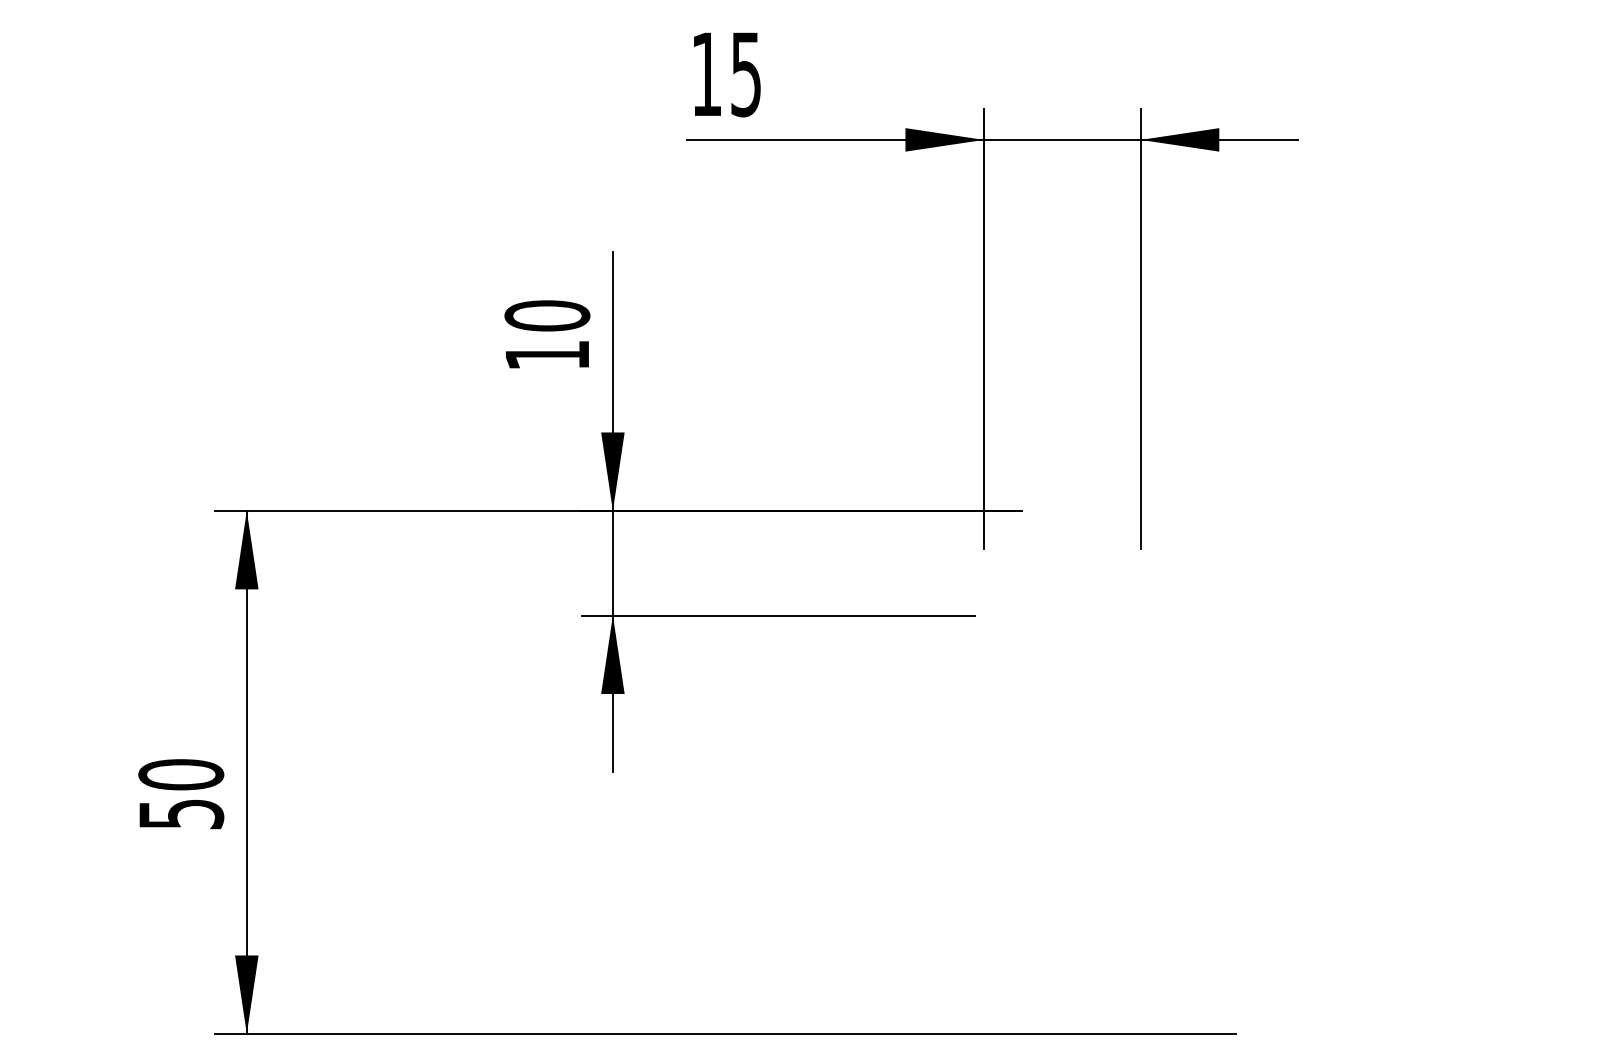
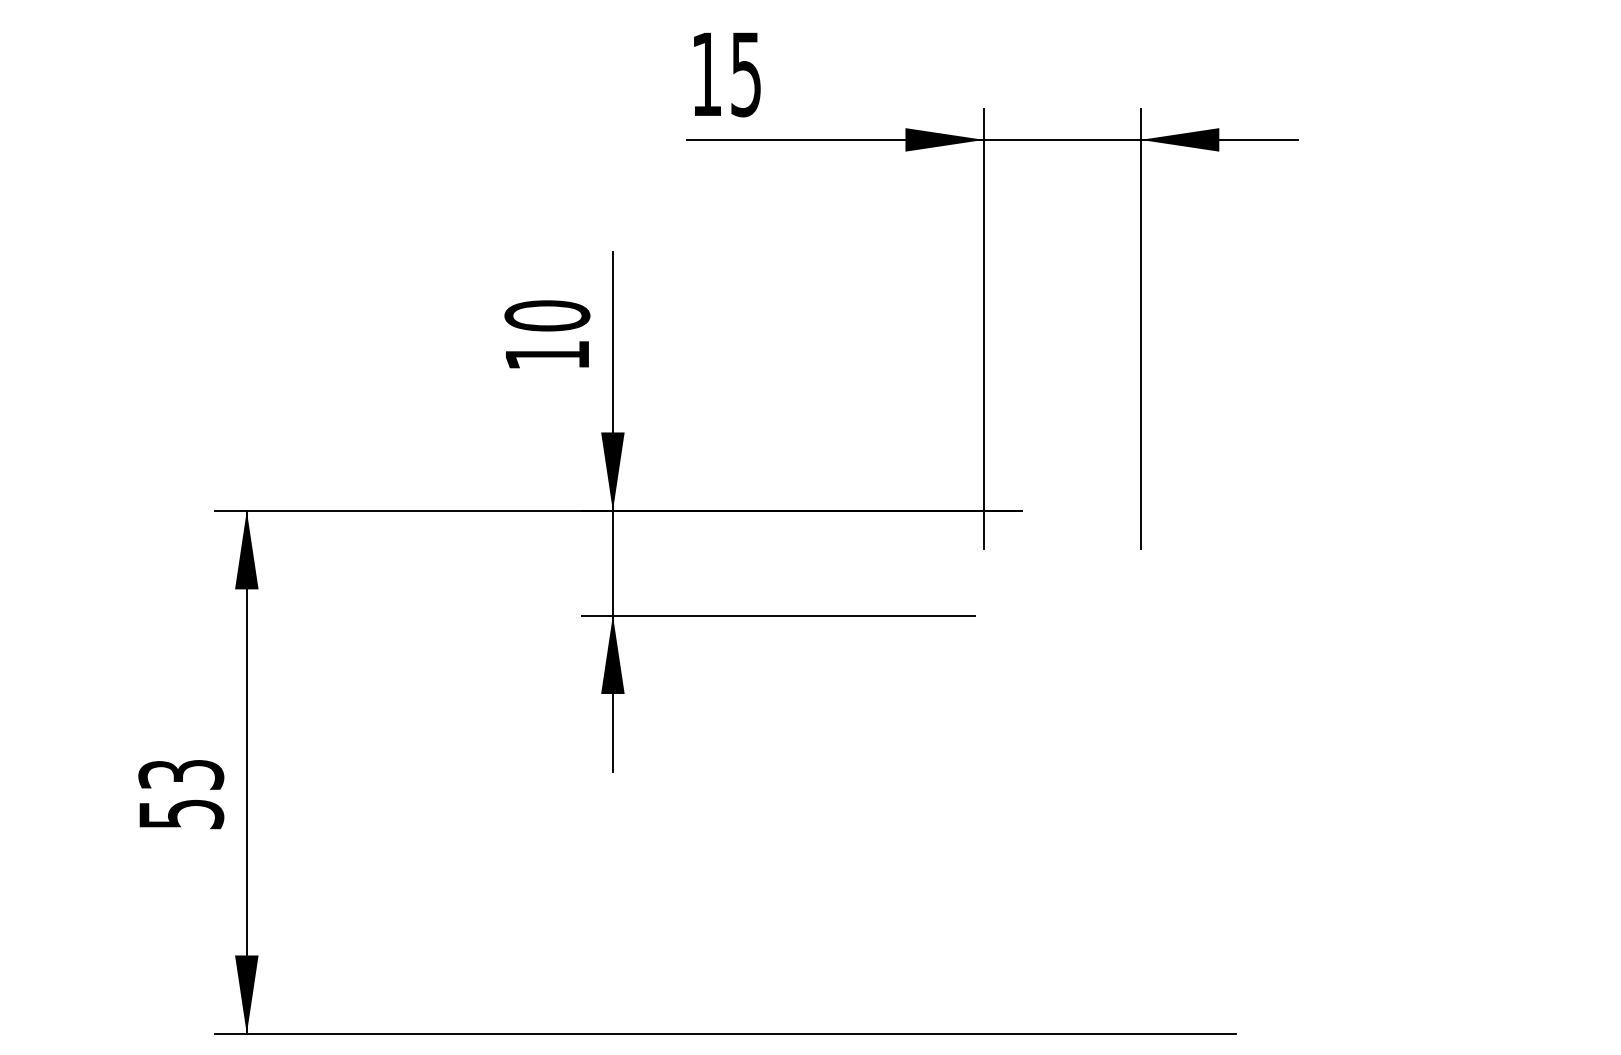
text at (181, 774): 50 -> 53
